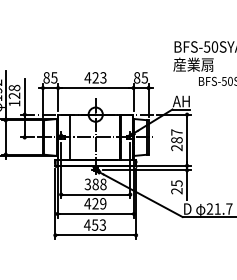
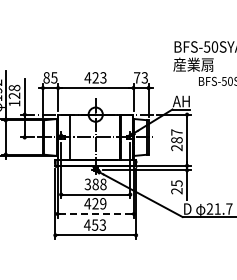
text at (140, 77): 85 -> 73
line at (95, 213): solid -> dashed
